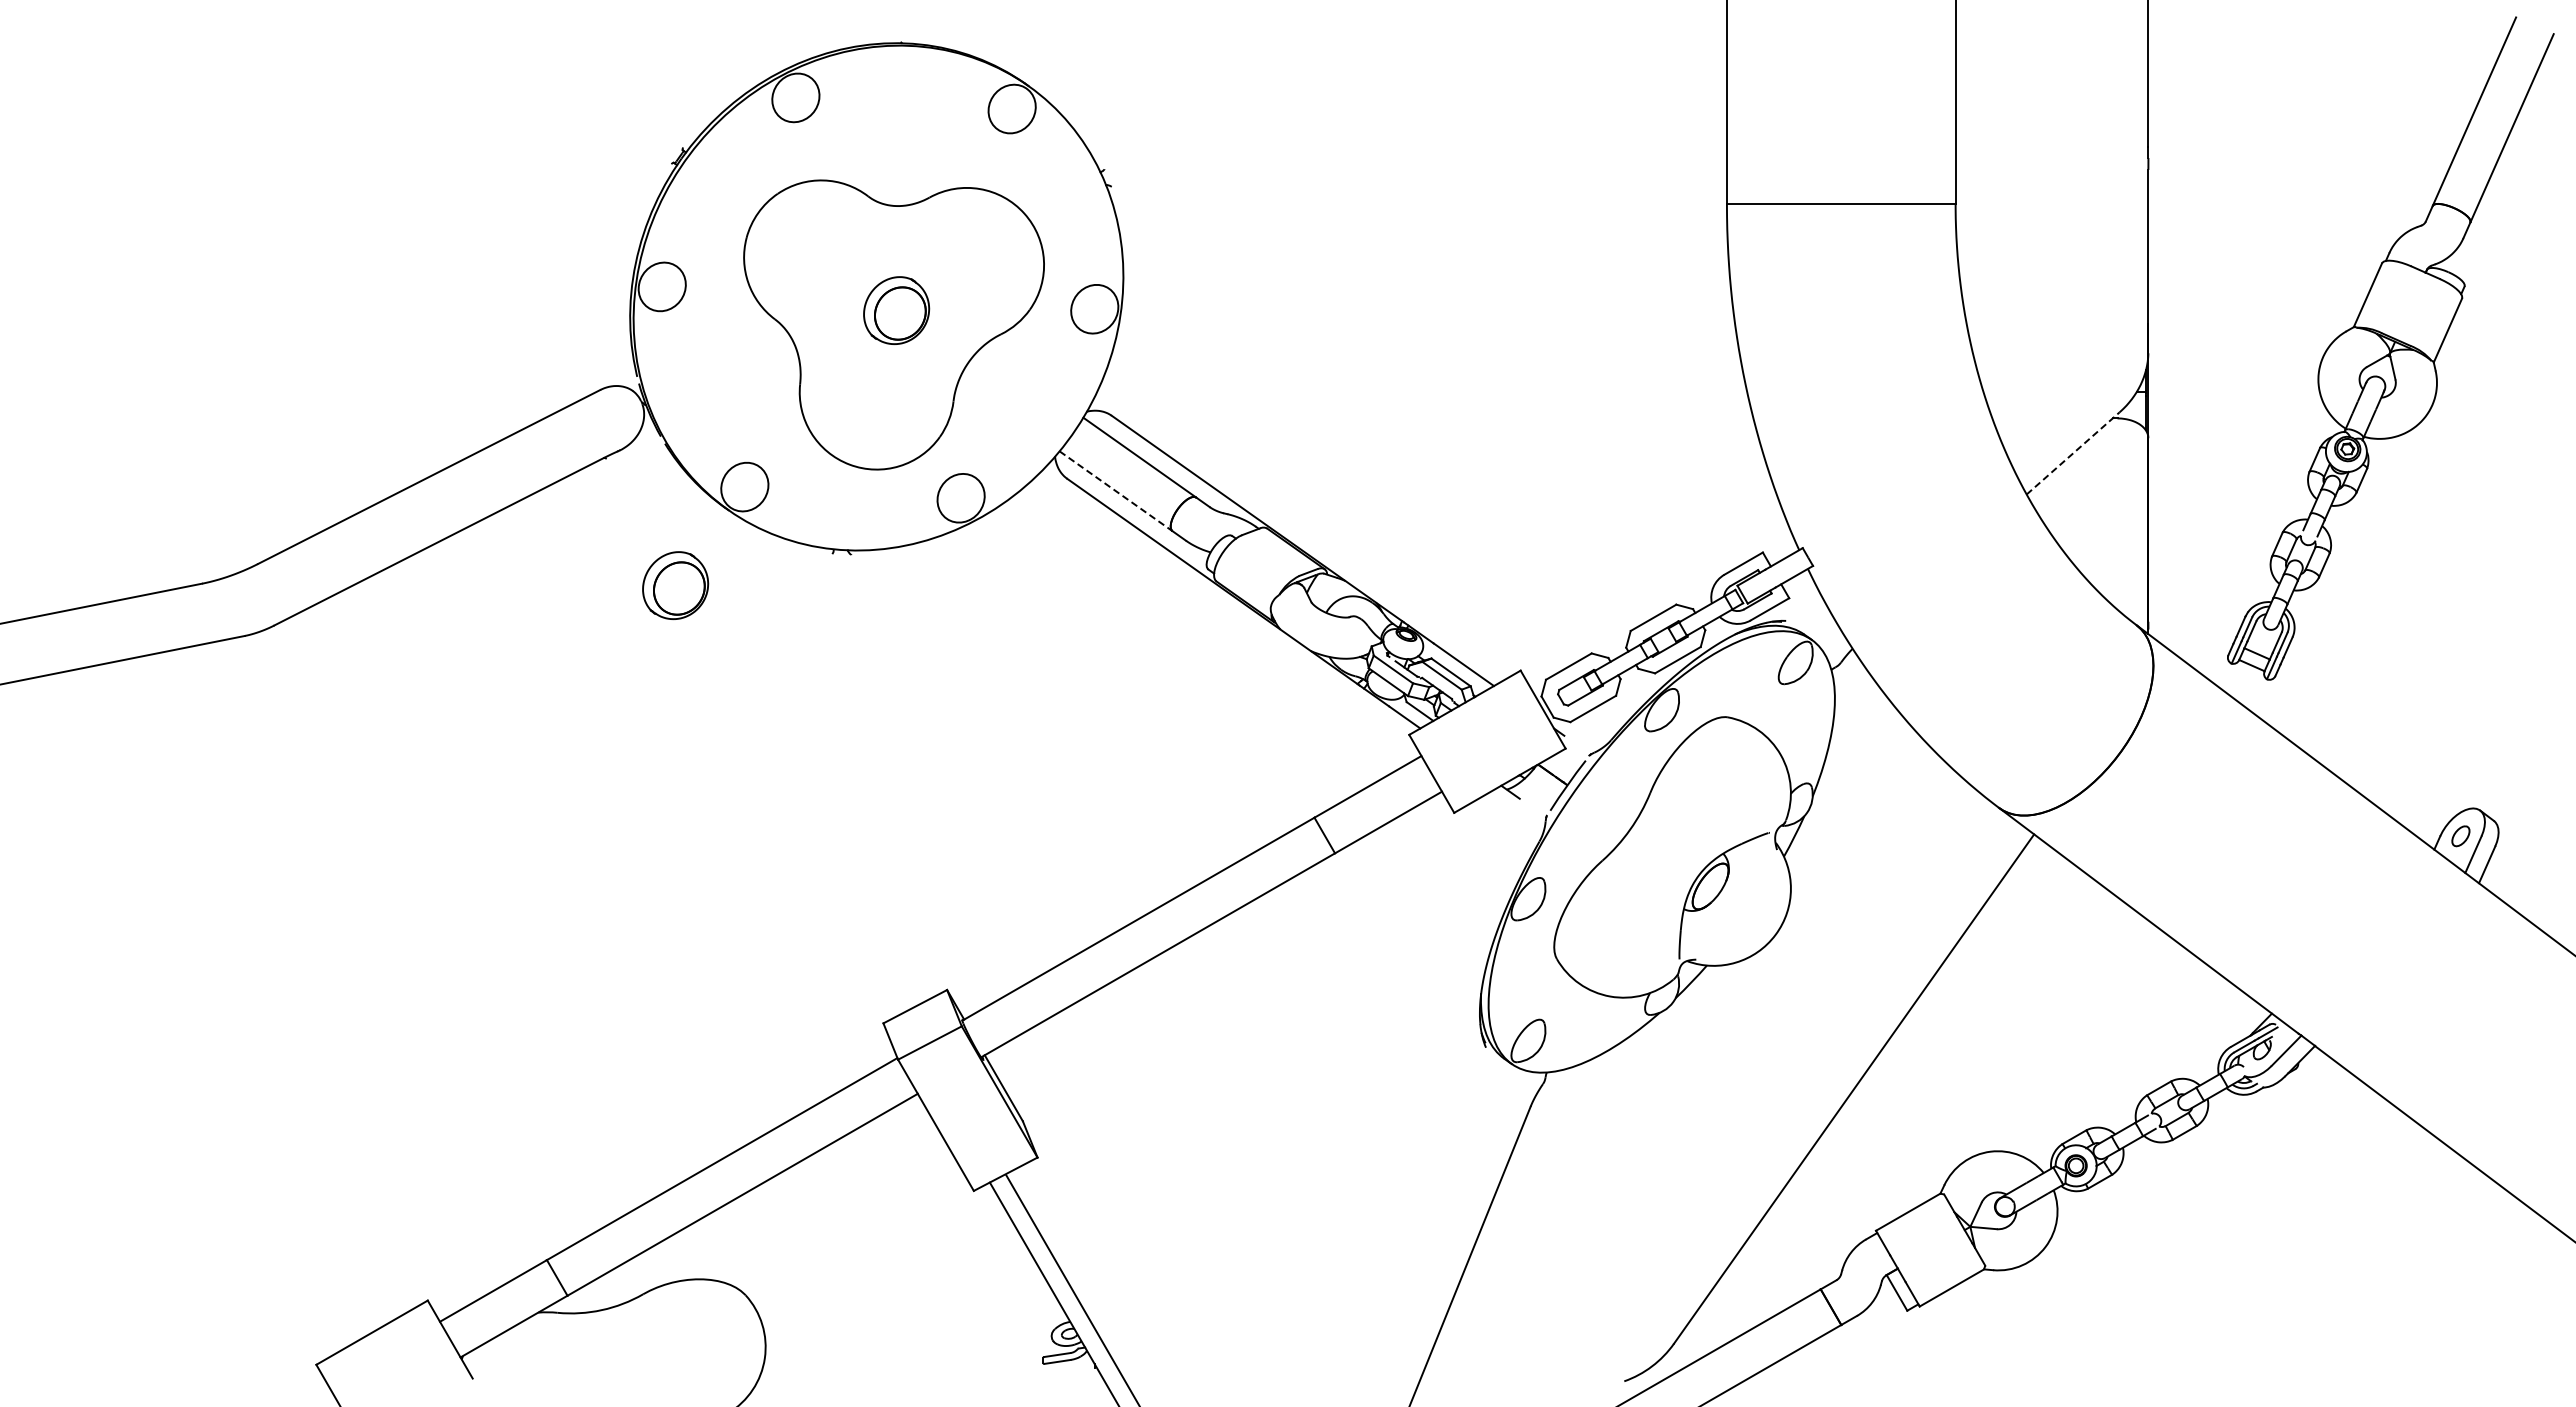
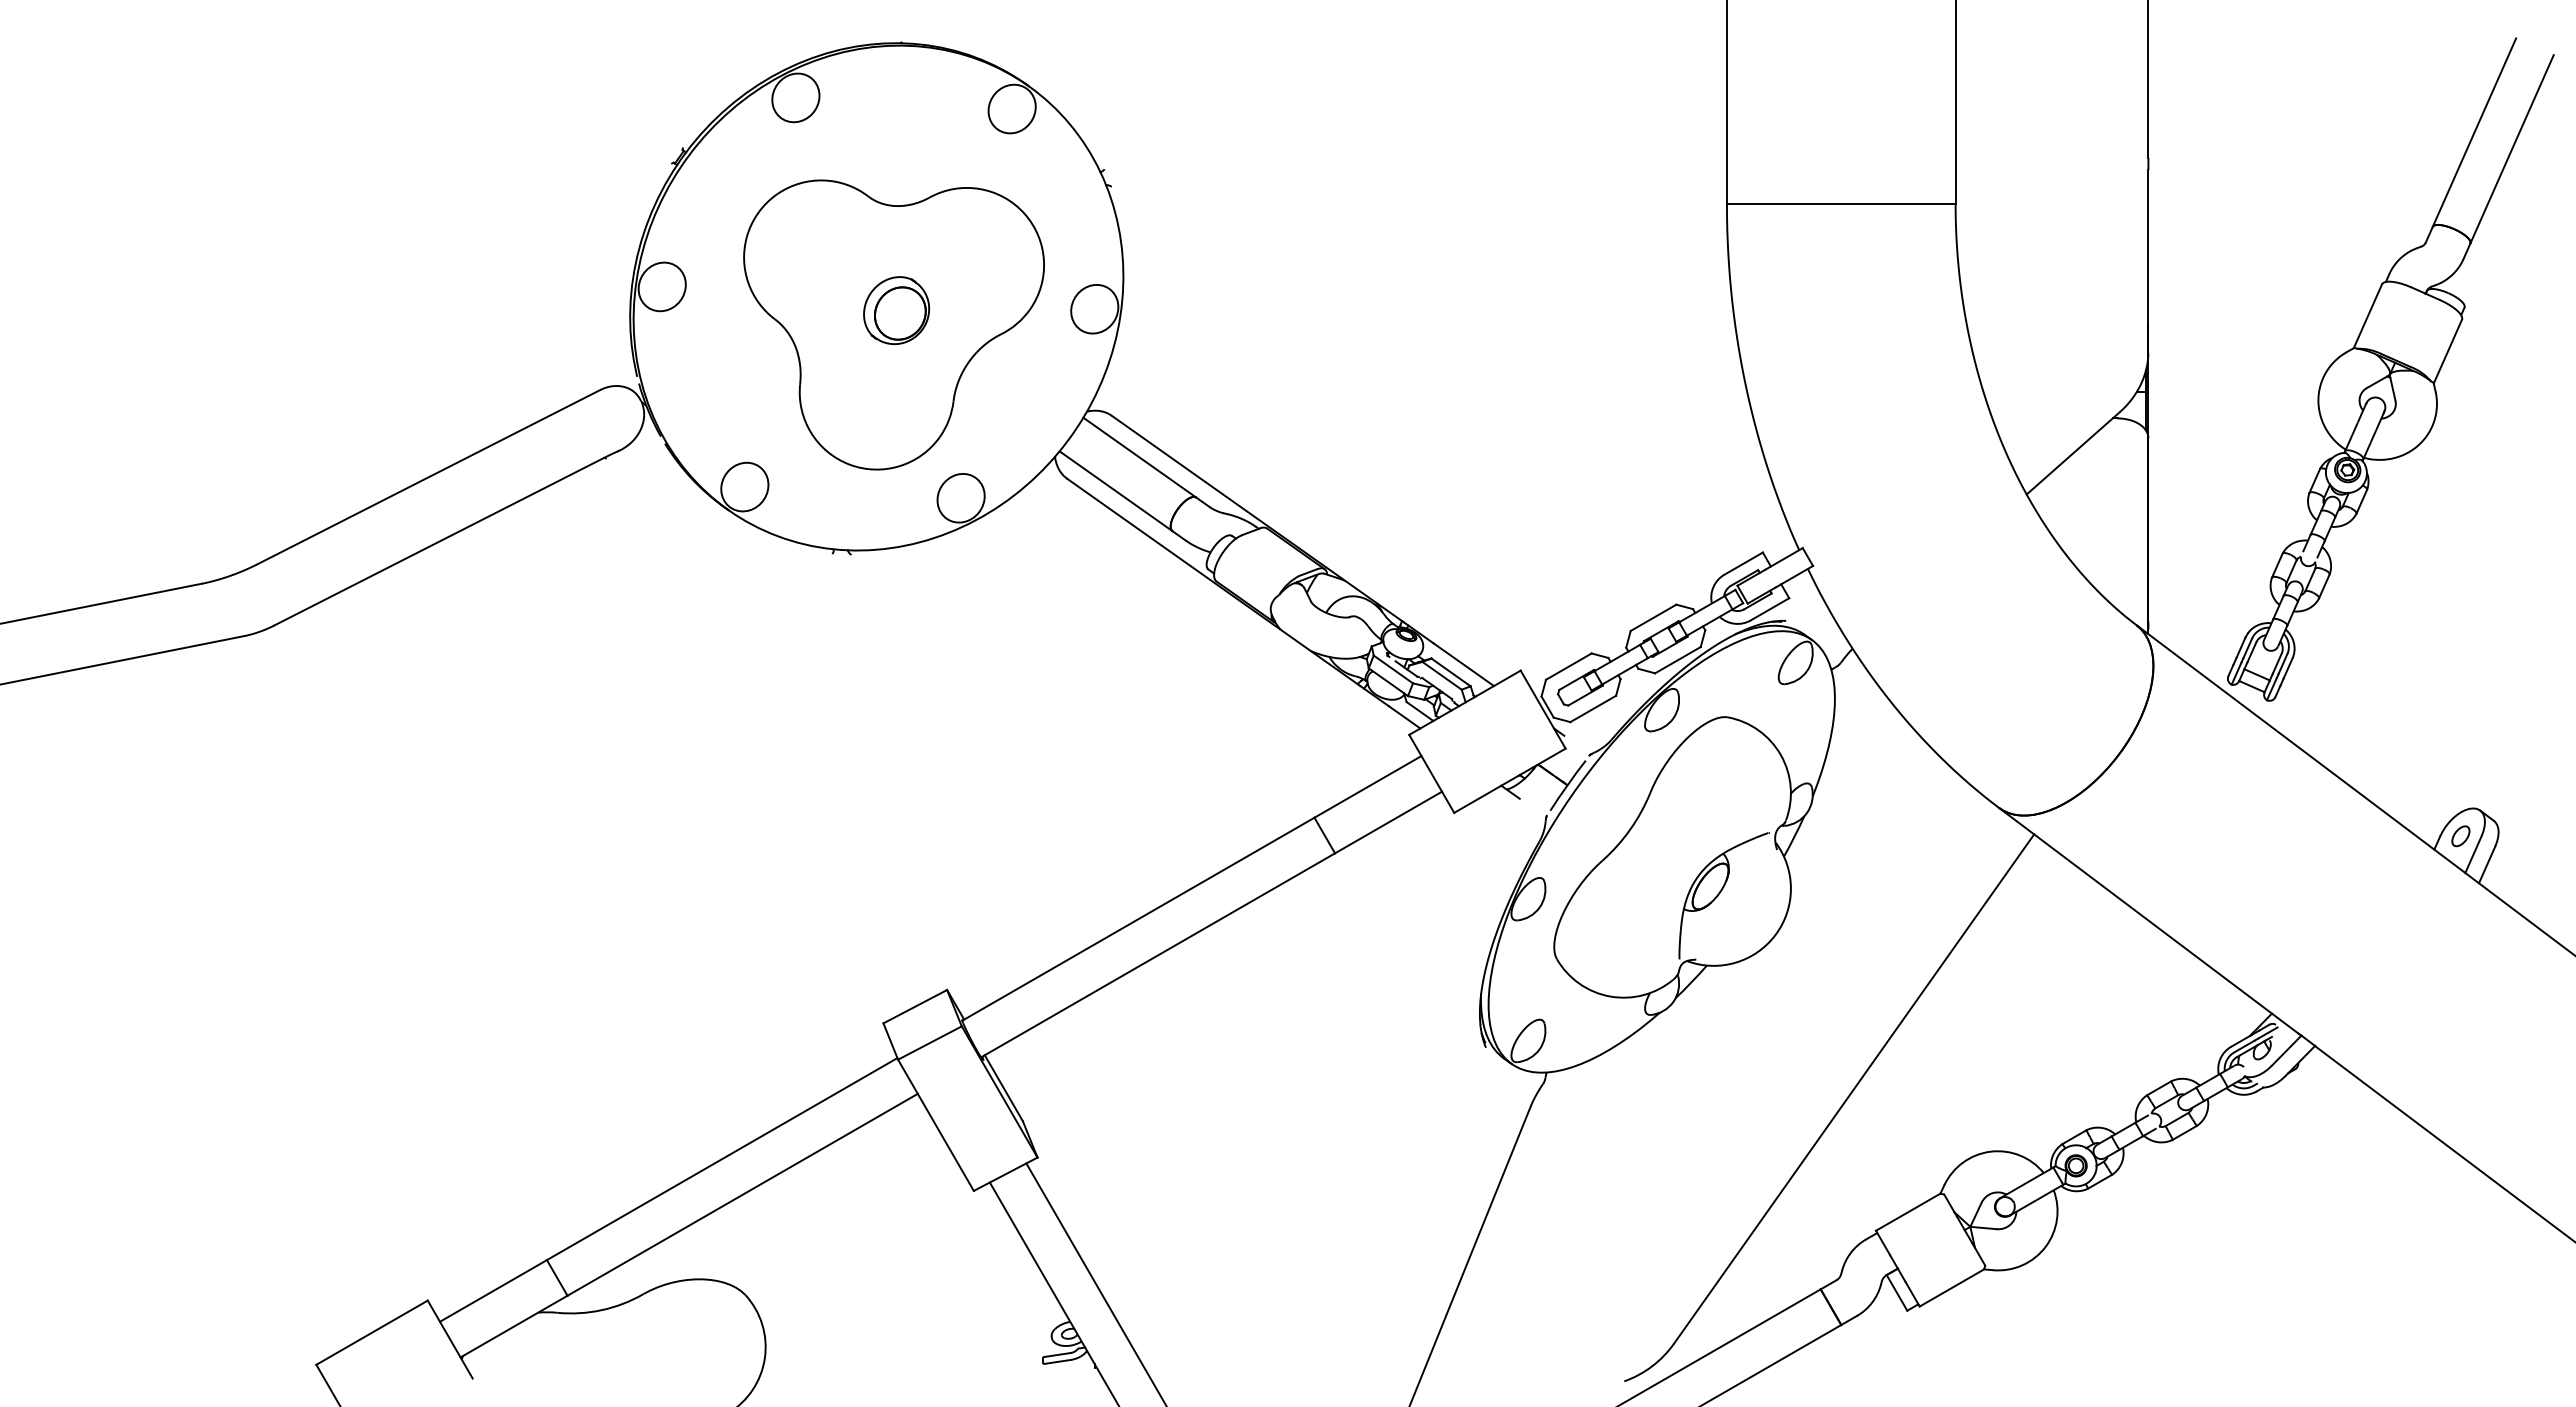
part at (2390, 348) position: (2390, 348) -> (2390, 369)
line at (2073, 453): dashed -> solid
line at (1116, 491): dashed -> solid
part at (675, 585): present -> none
line at (1071, 1289) position: (1071, 1289) -> (1095, 1283)
